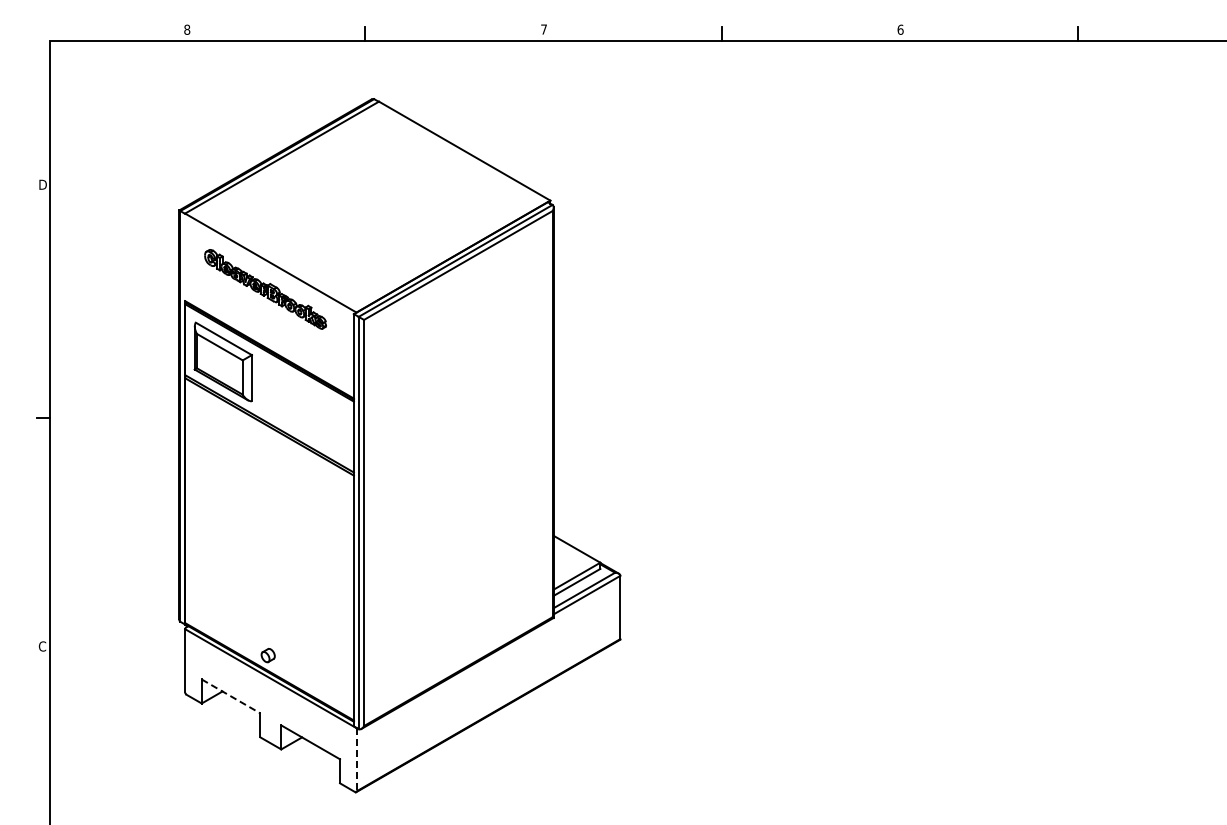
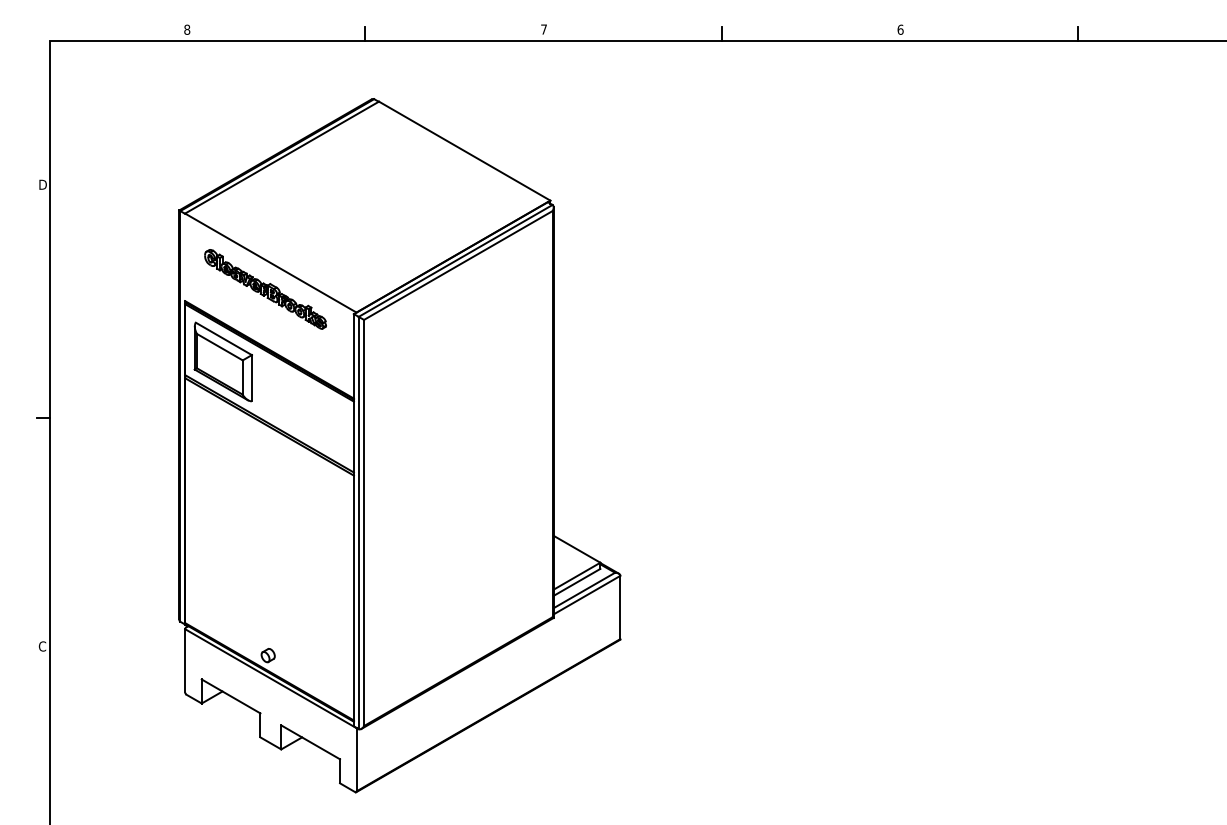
line at (231, 696): dashed -> solid
line at (356, 759): dashed -> solid
